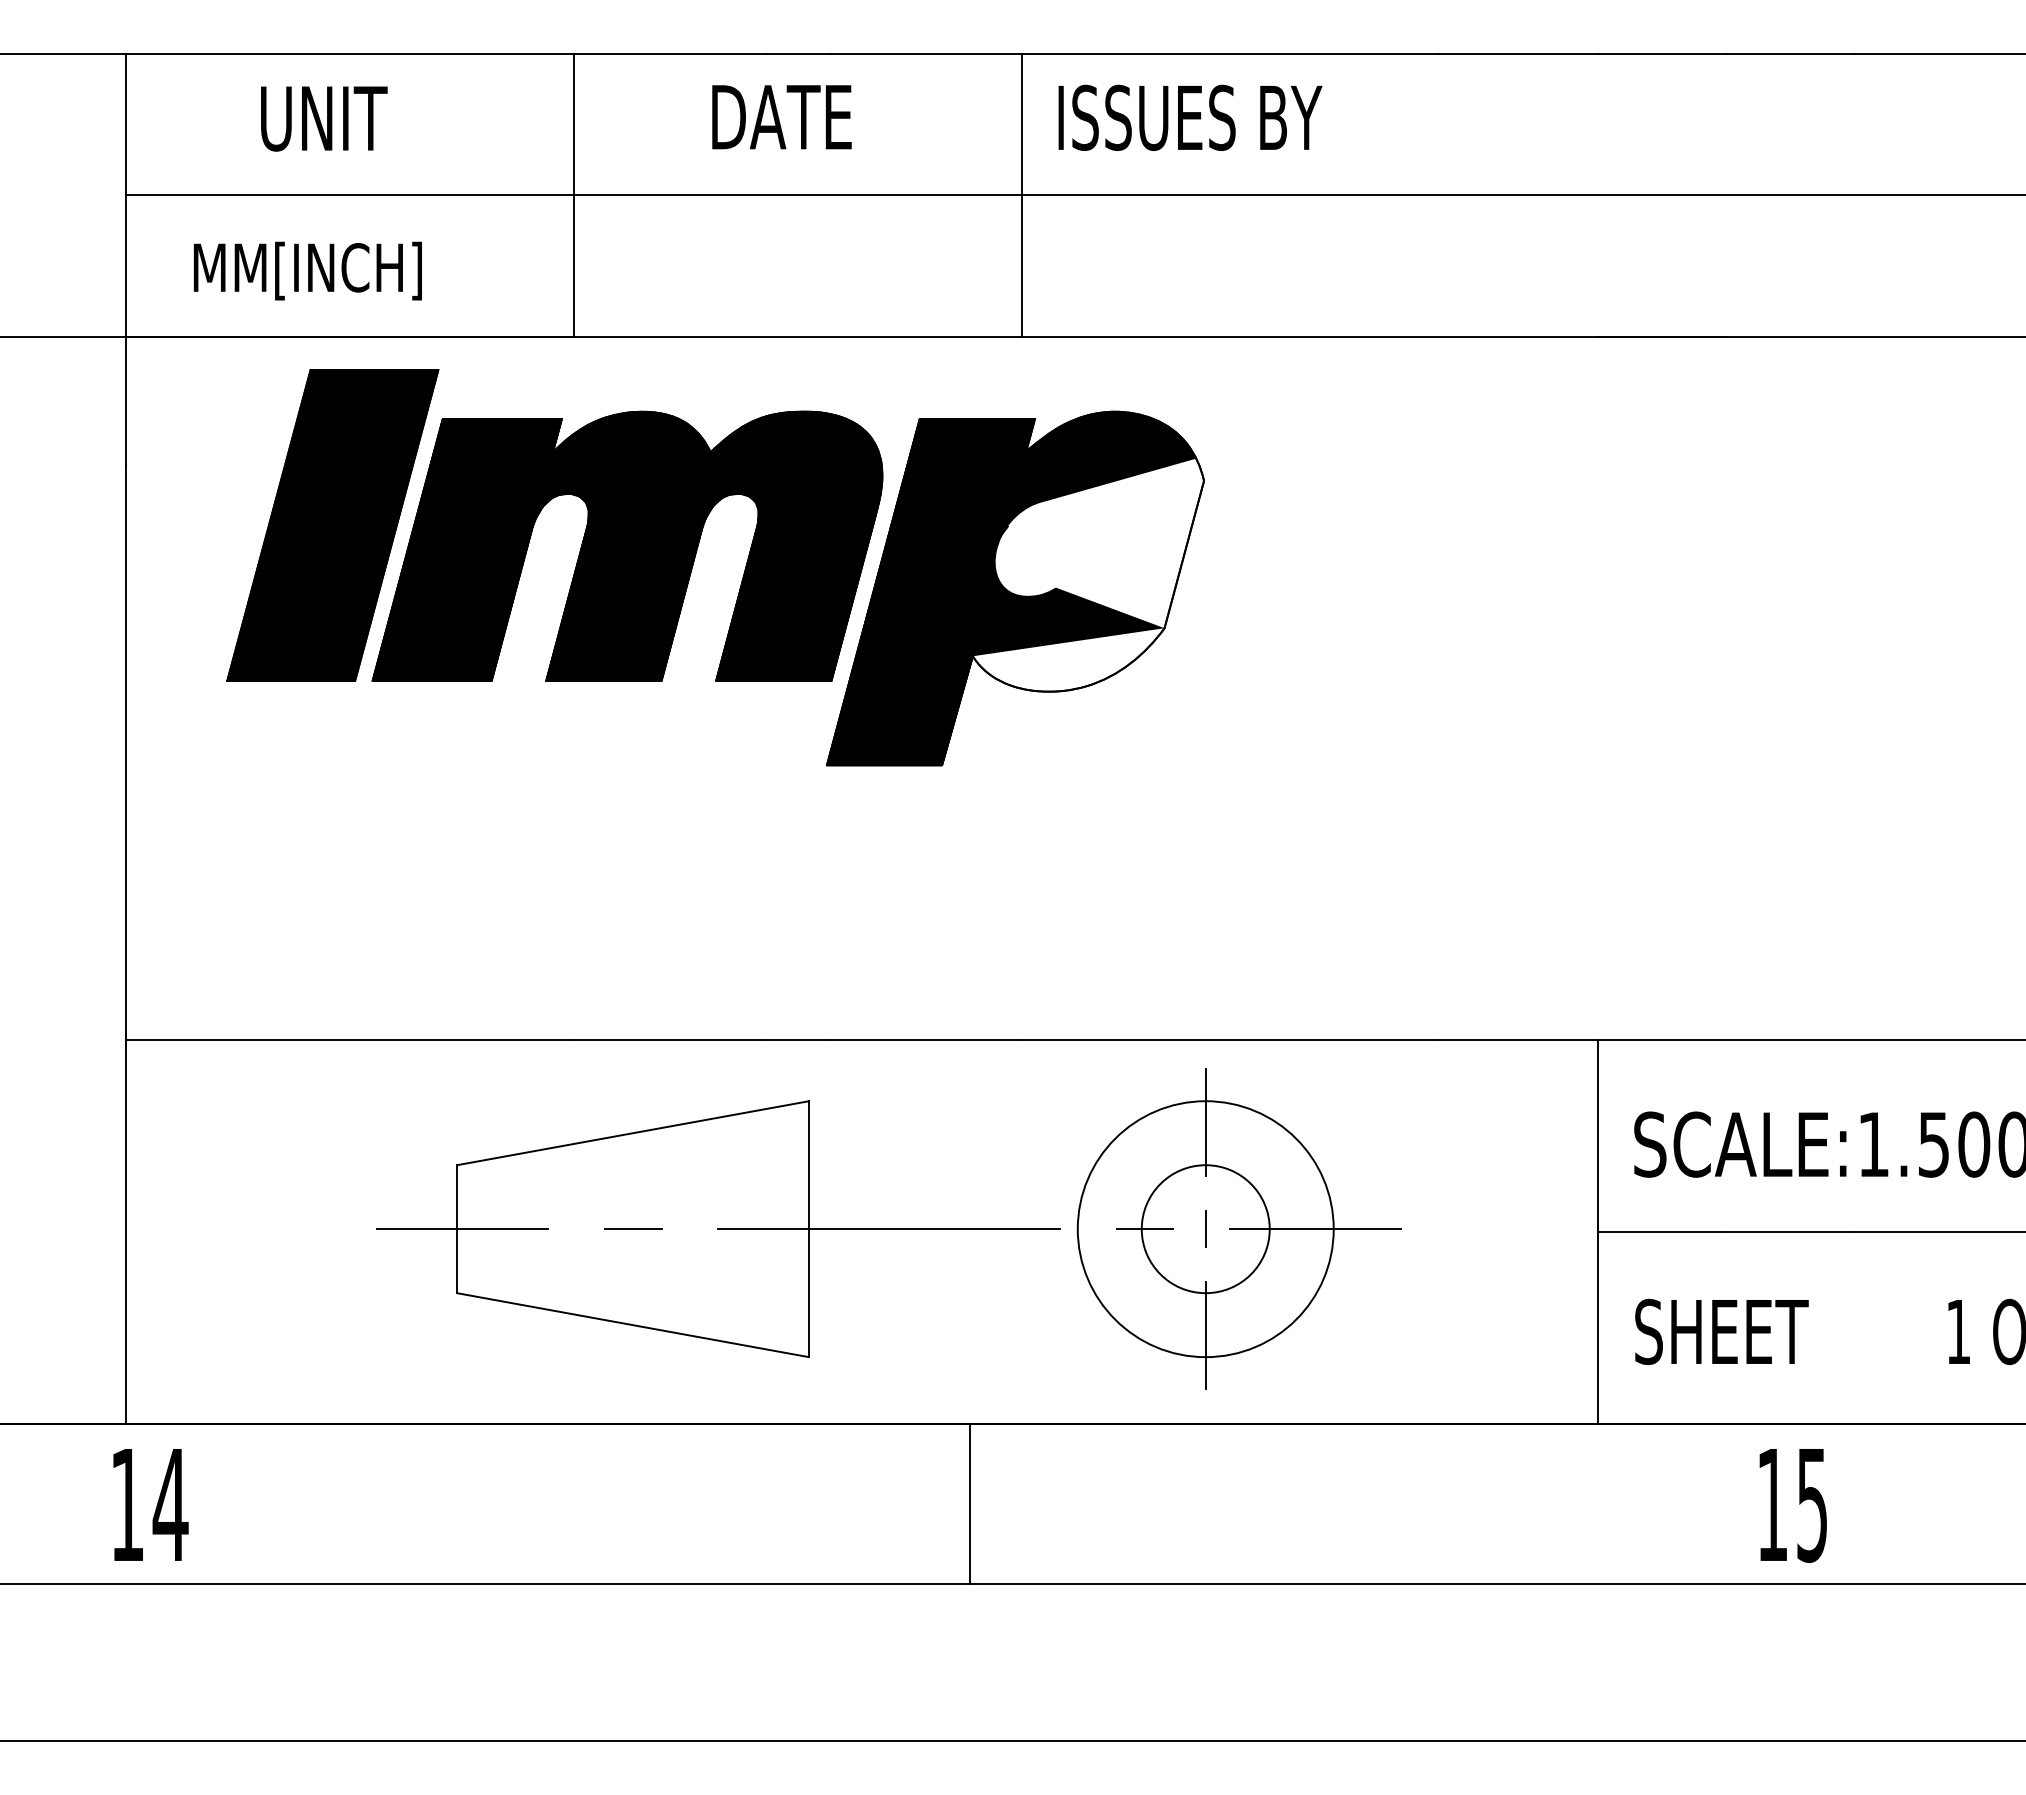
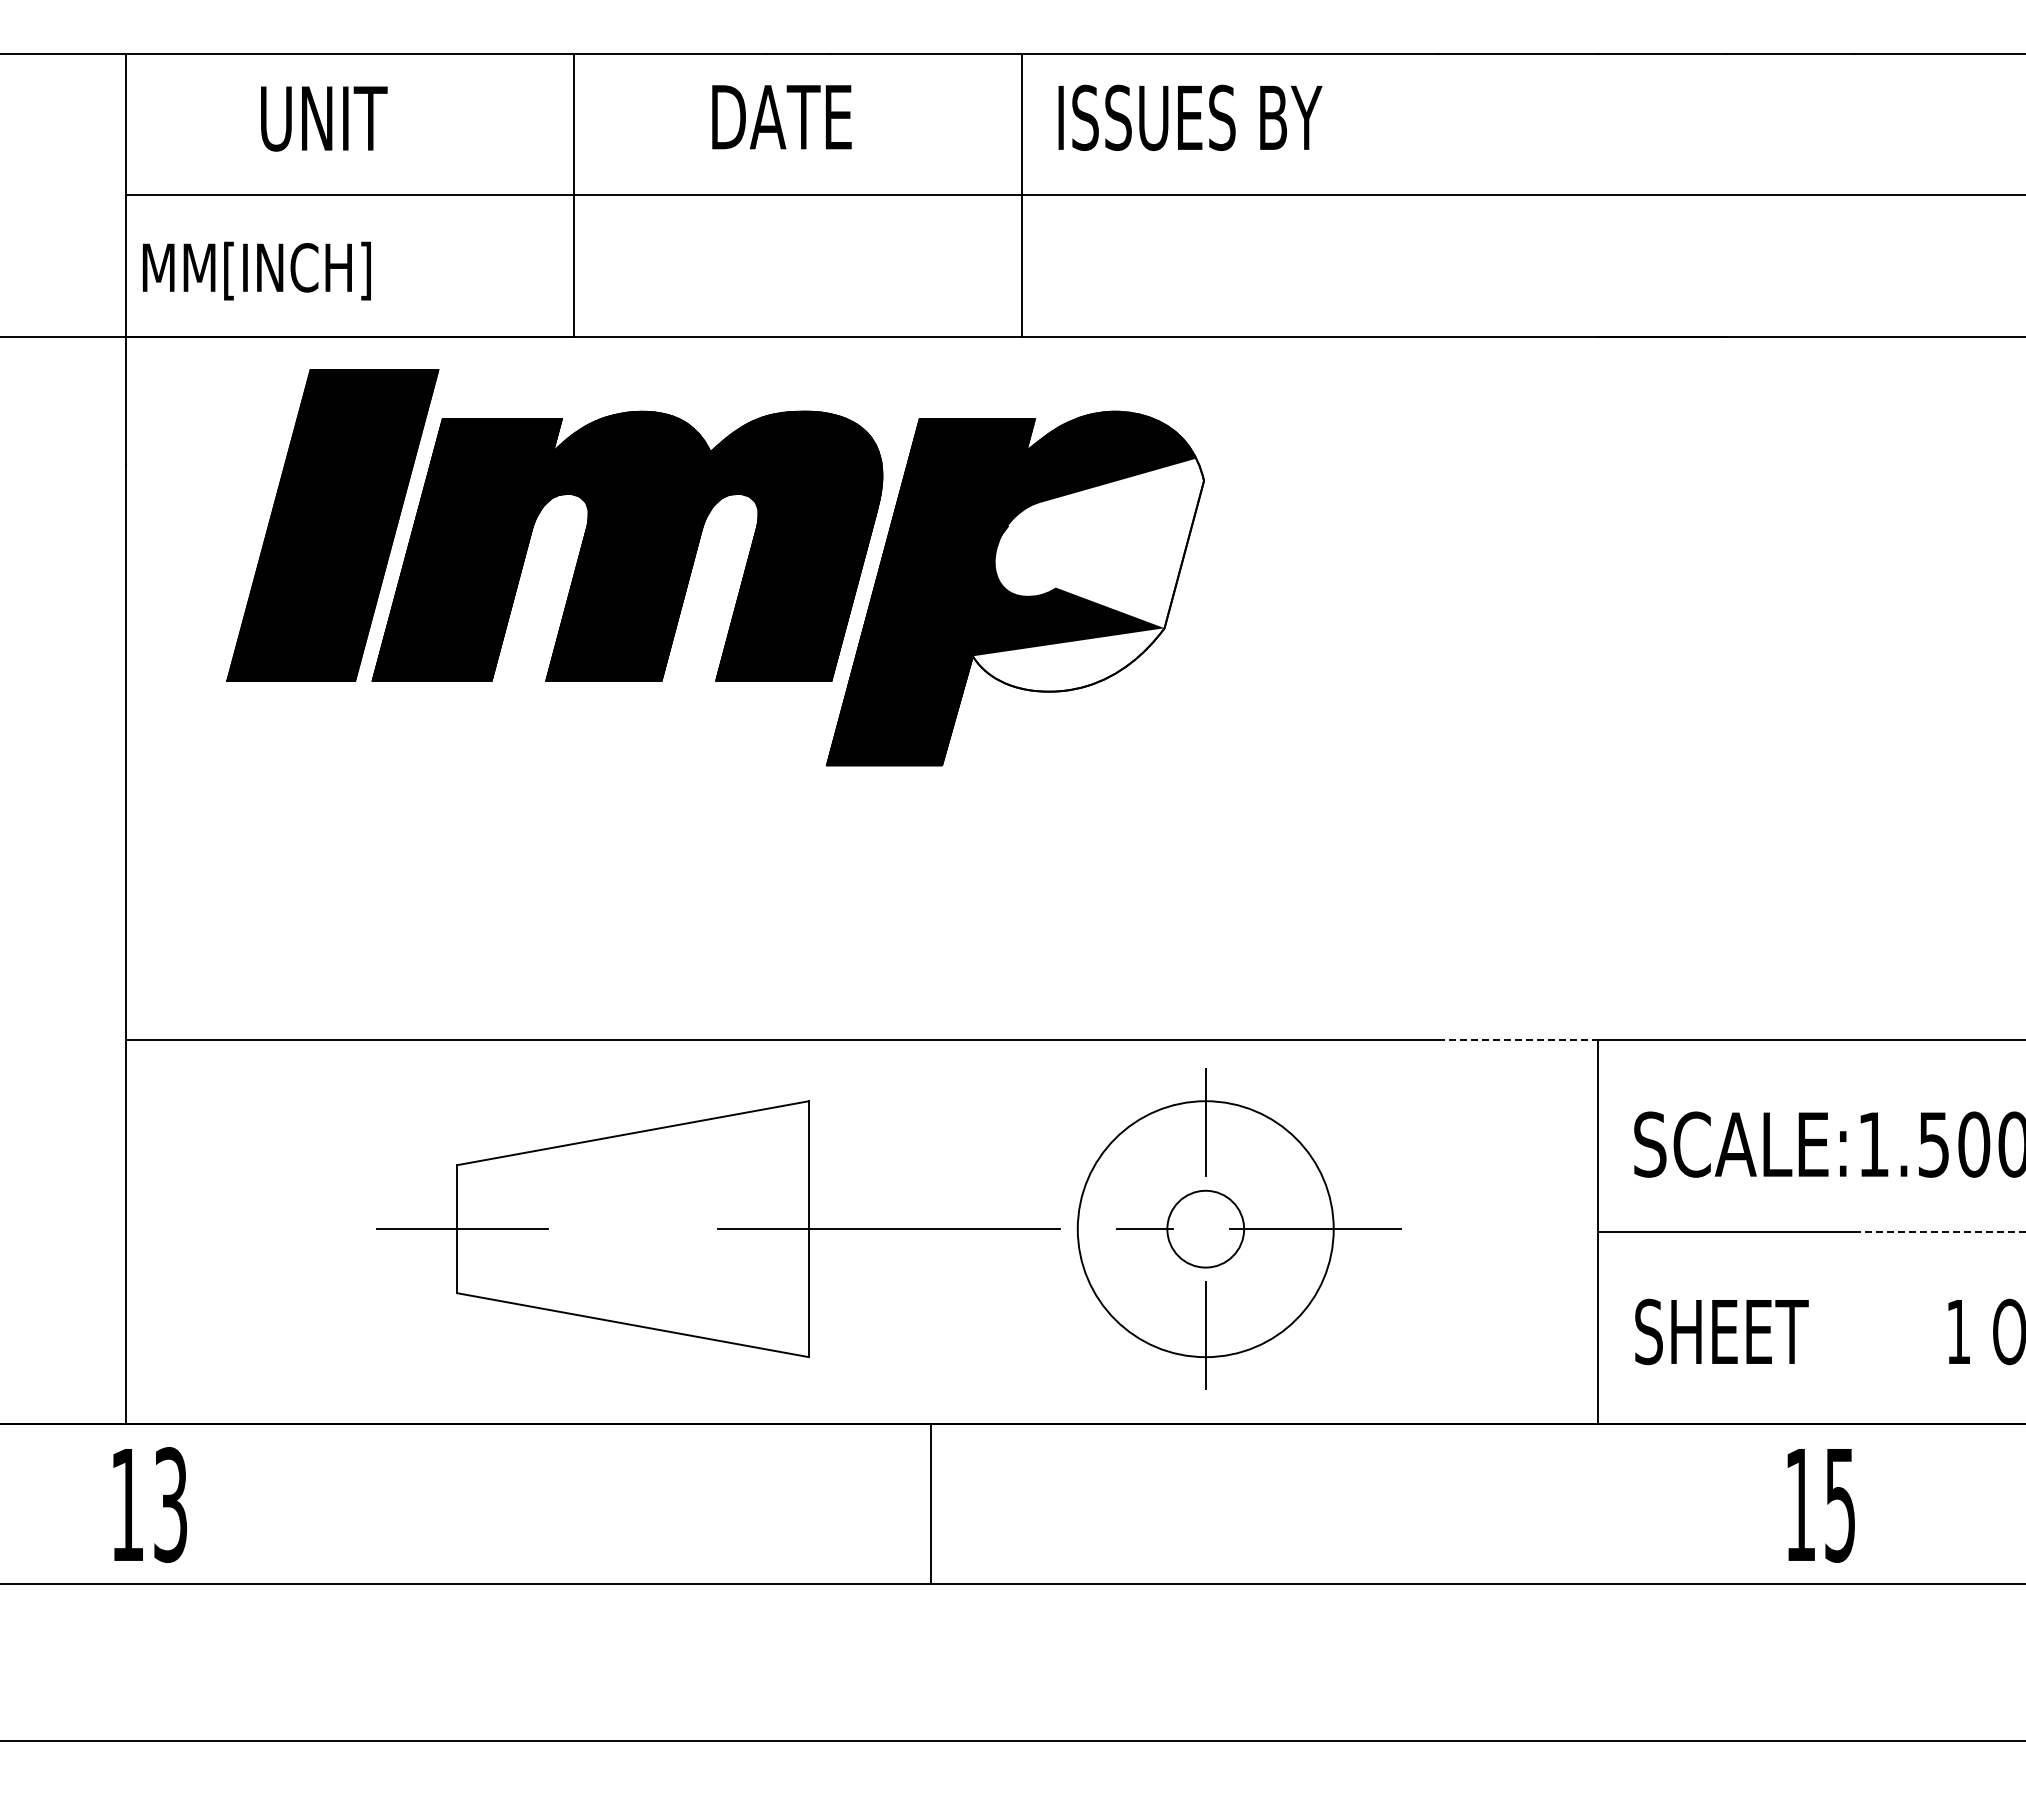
text at (307, 270) position: (307, 270) -> (256, 270)
line at (1517, 1040): solid -> dashed
line at (633, 1228): present -> none
line at (1205, 1228): present -> none
circle at (1205, 1229) diameter: 128 px -> 77 px
line at (1939, 1232): solid -> dashed
text at (170, 1504): 14 -> 13
line at (970, 1504) position: (970, 1504) -> (931, 1504)
text at (1792, 1505) position: (1792, 1505) -> (1820, 1505)
